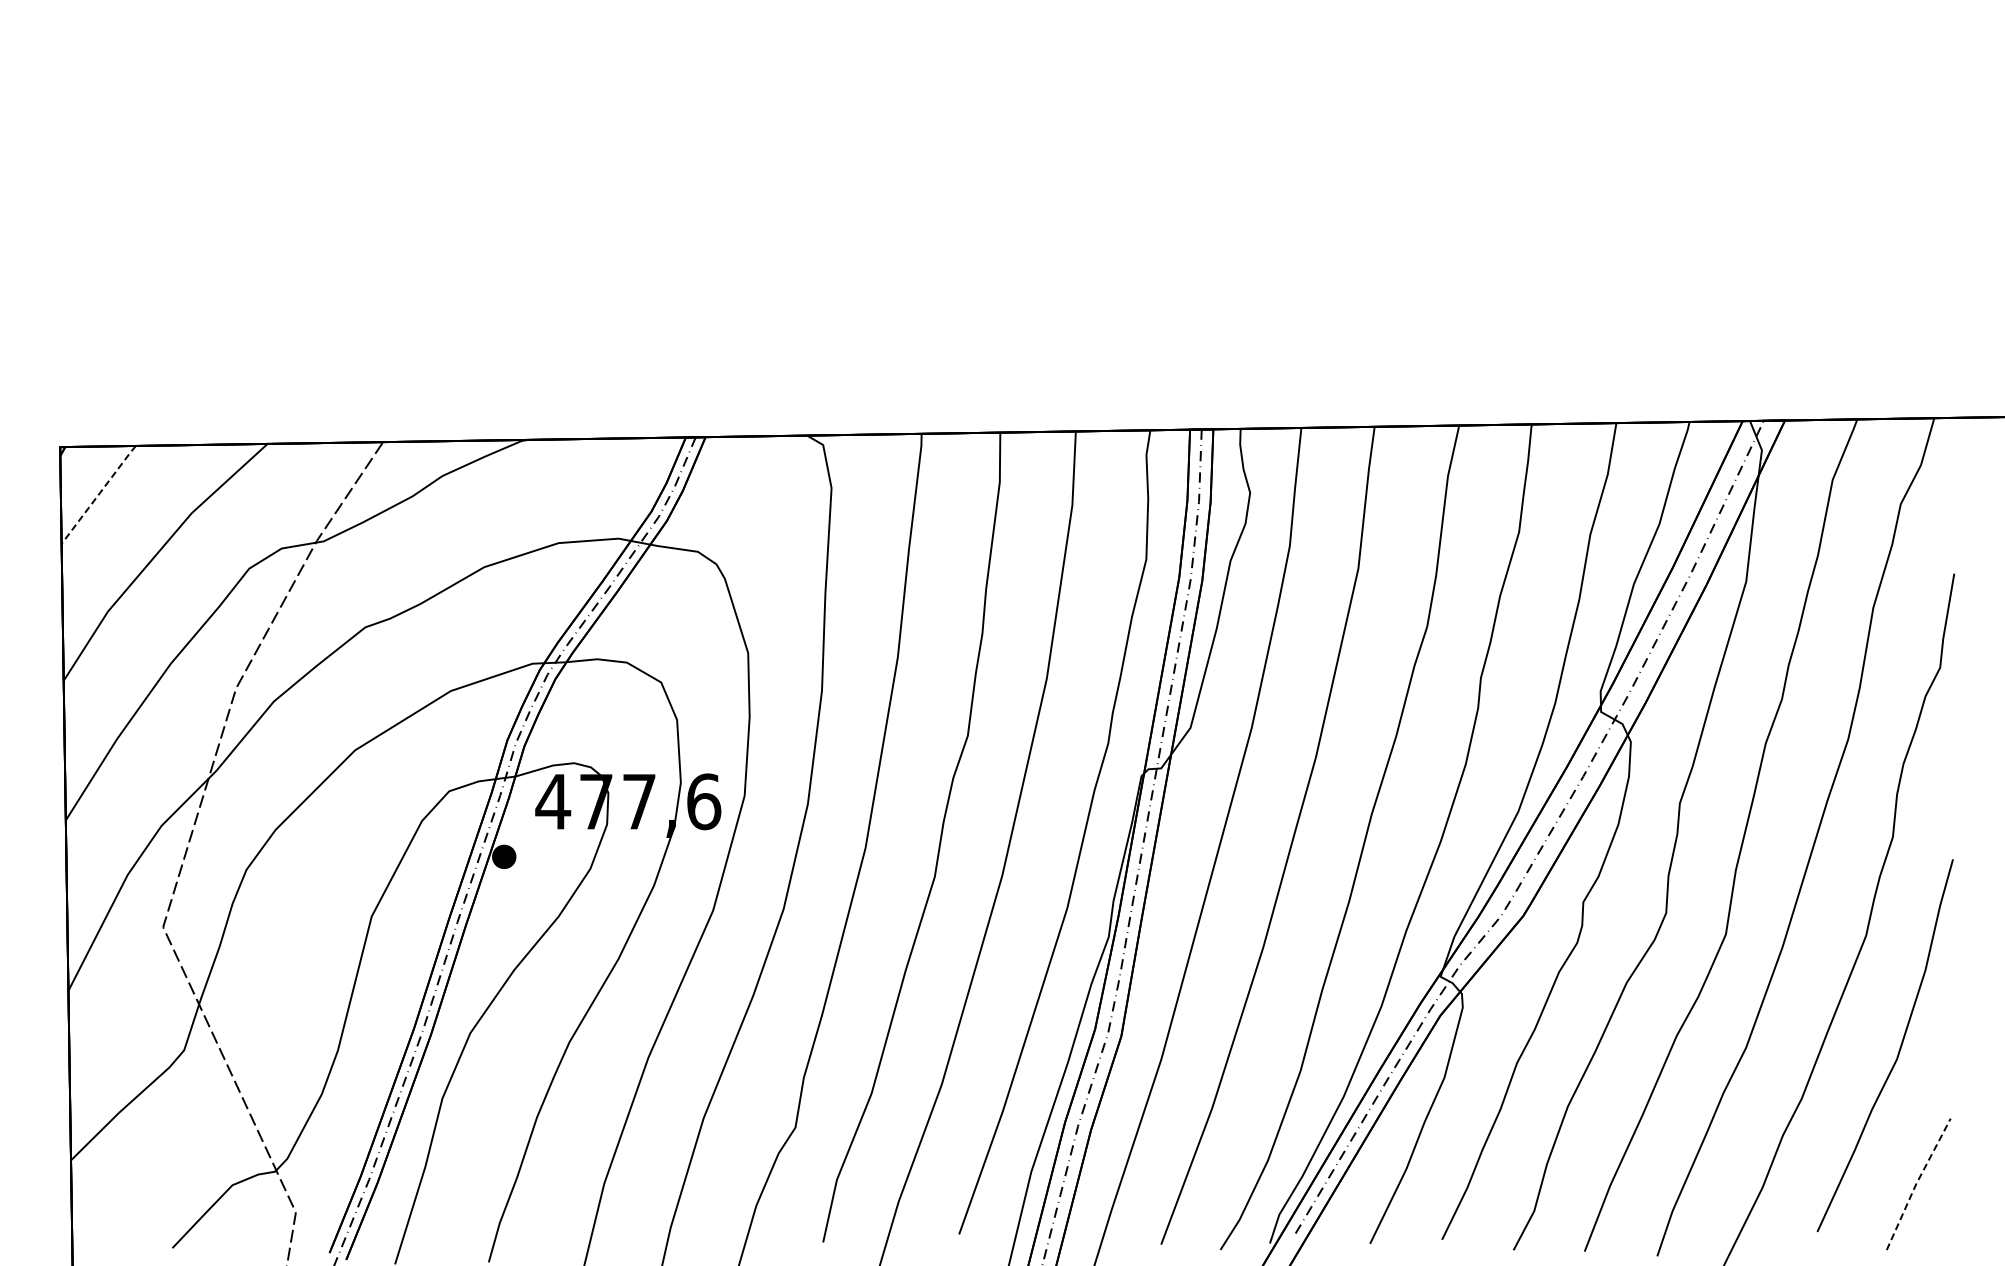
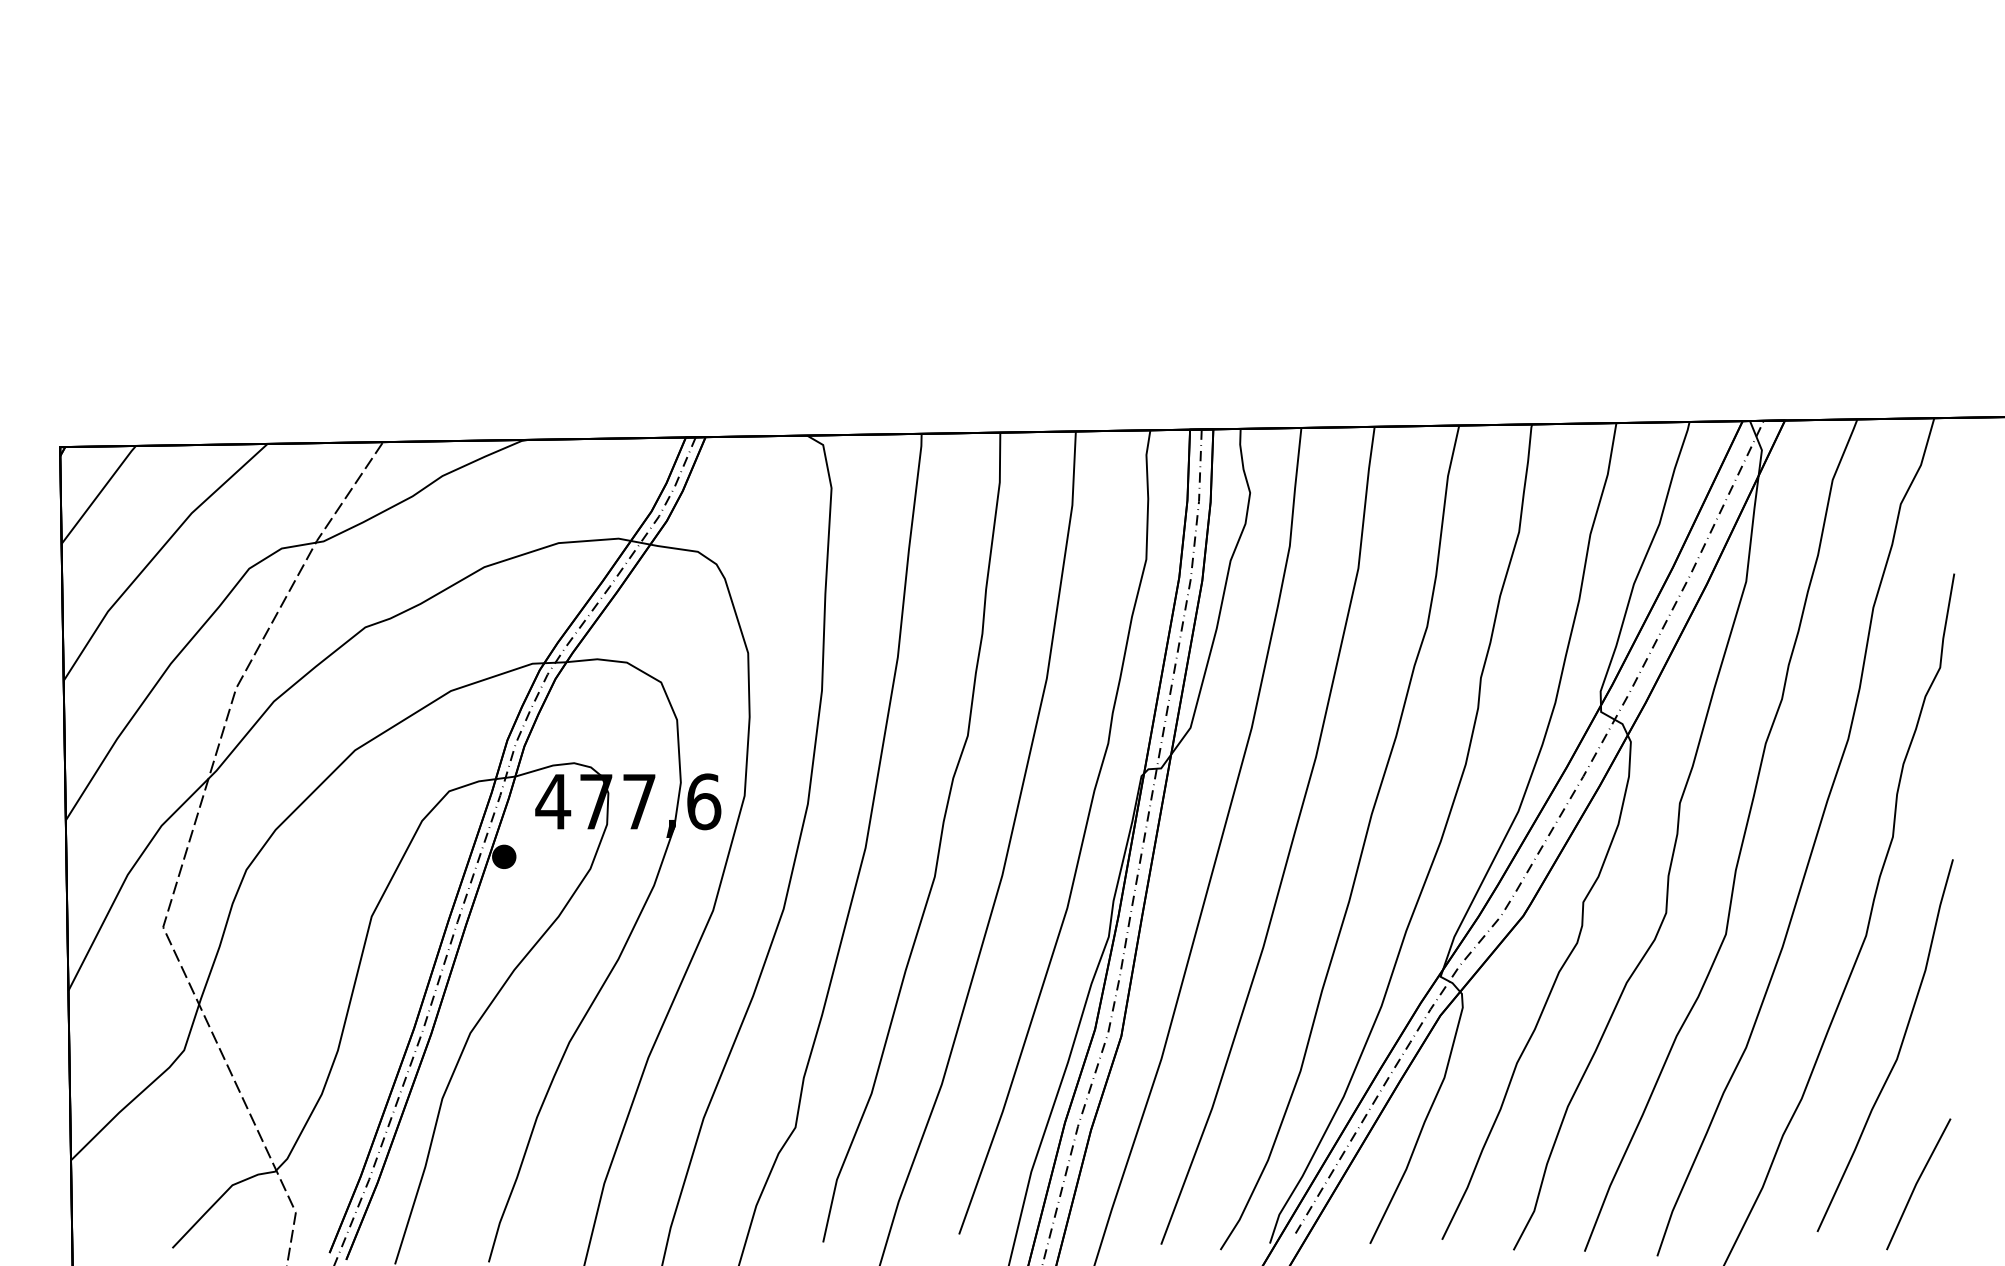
line at (98, 494): dashed -> solid
line at (1916, 1184): dashed -> solid
